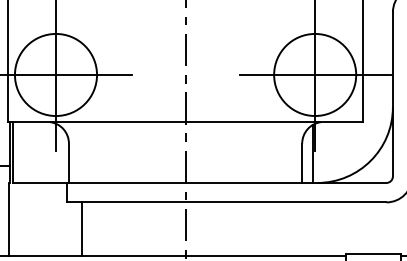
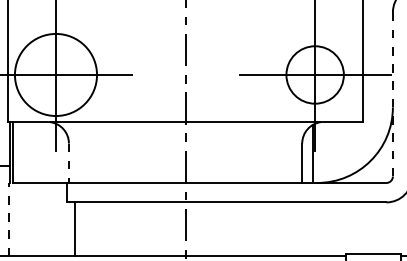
circle at (315, 74) diameter: 82 px -> 57 px
line at (392, 94): solid -> dashed
line at (68, 163): solid -> dashed
line at (8, 219): solid -> dashed
line at (81, 229) position: (81, 229) -> (74, 229)
